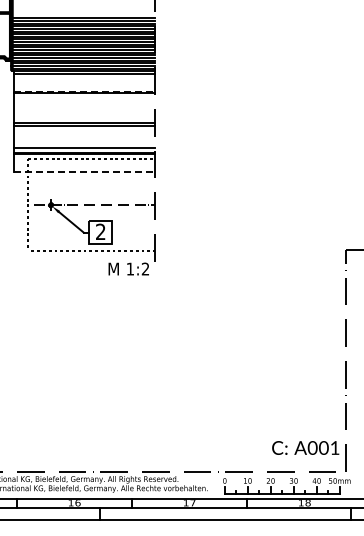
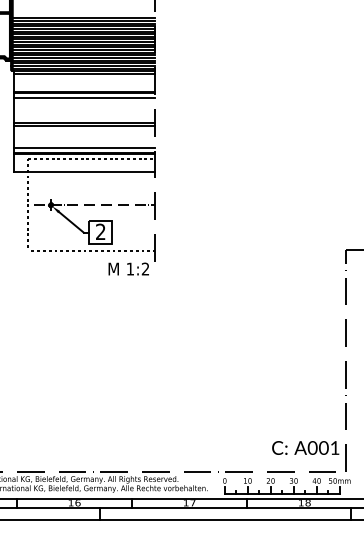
line at (84, 91): dashed -> solid
line at (84, 97): none -> present
line at (84, 171): dashed -> solid
